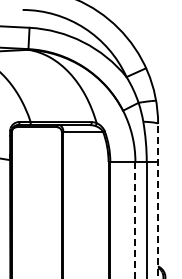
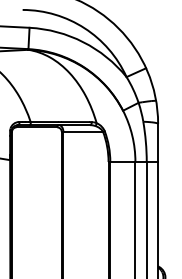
line at (158, 200): dashed -> solid
line at (135, 221): dashed -> solid
